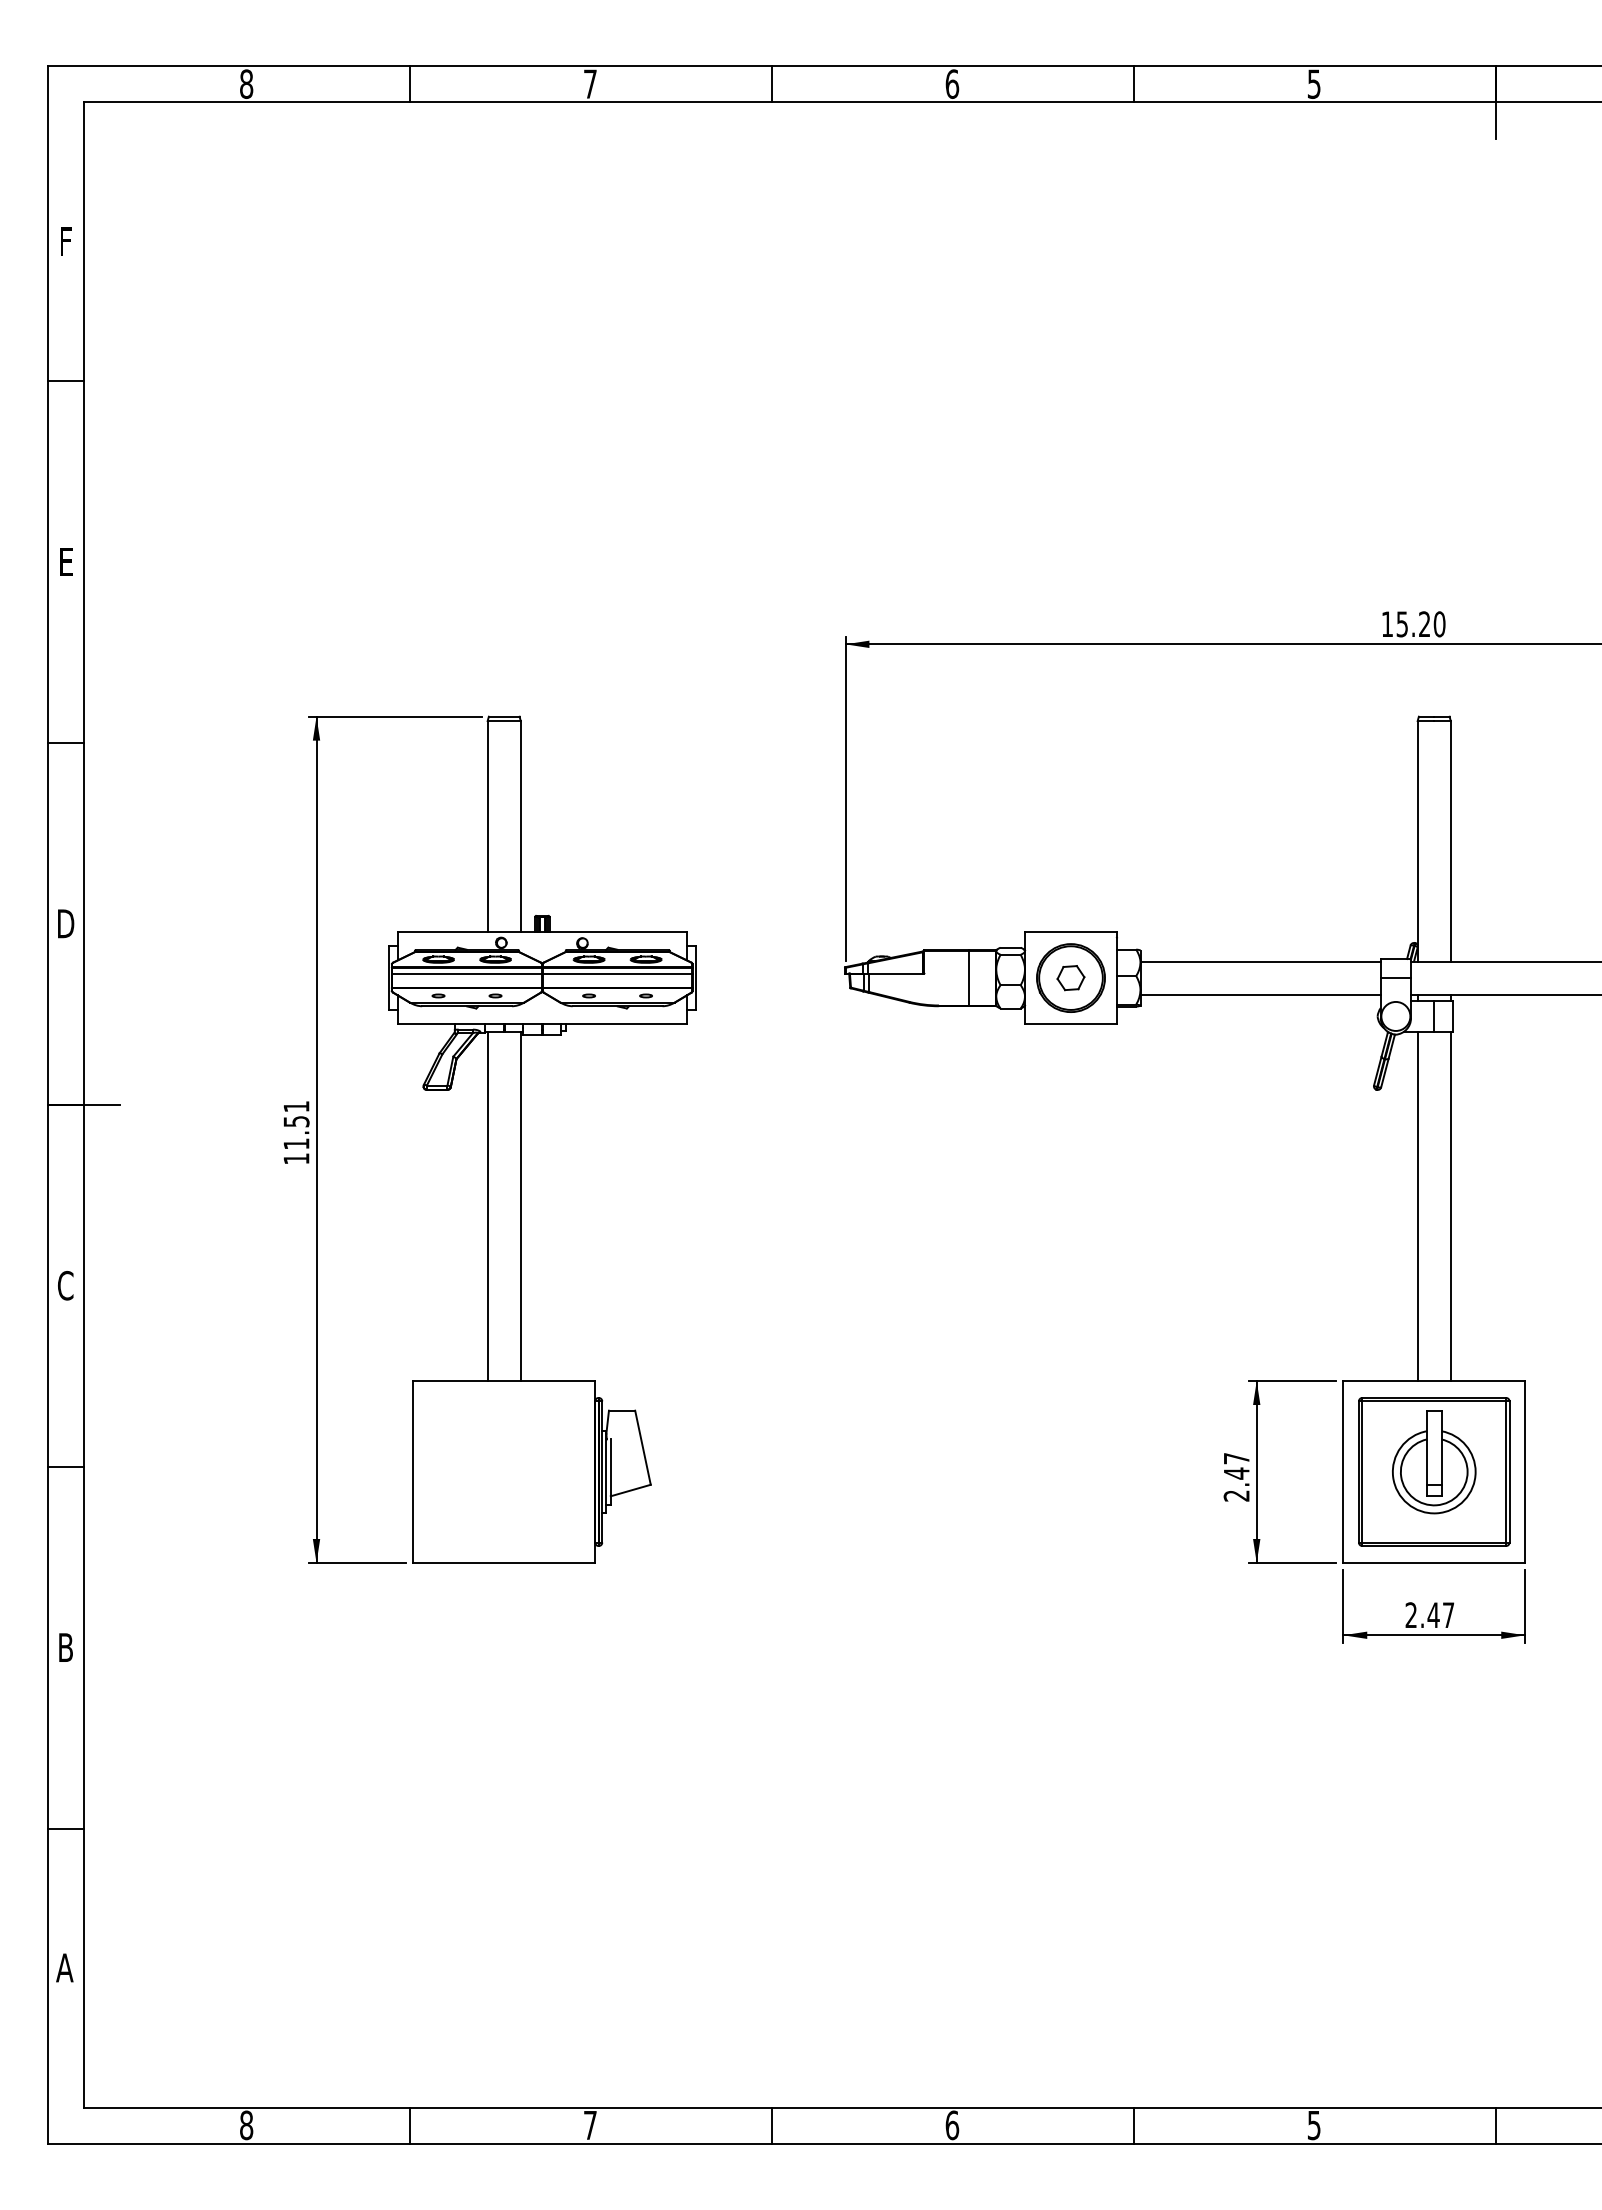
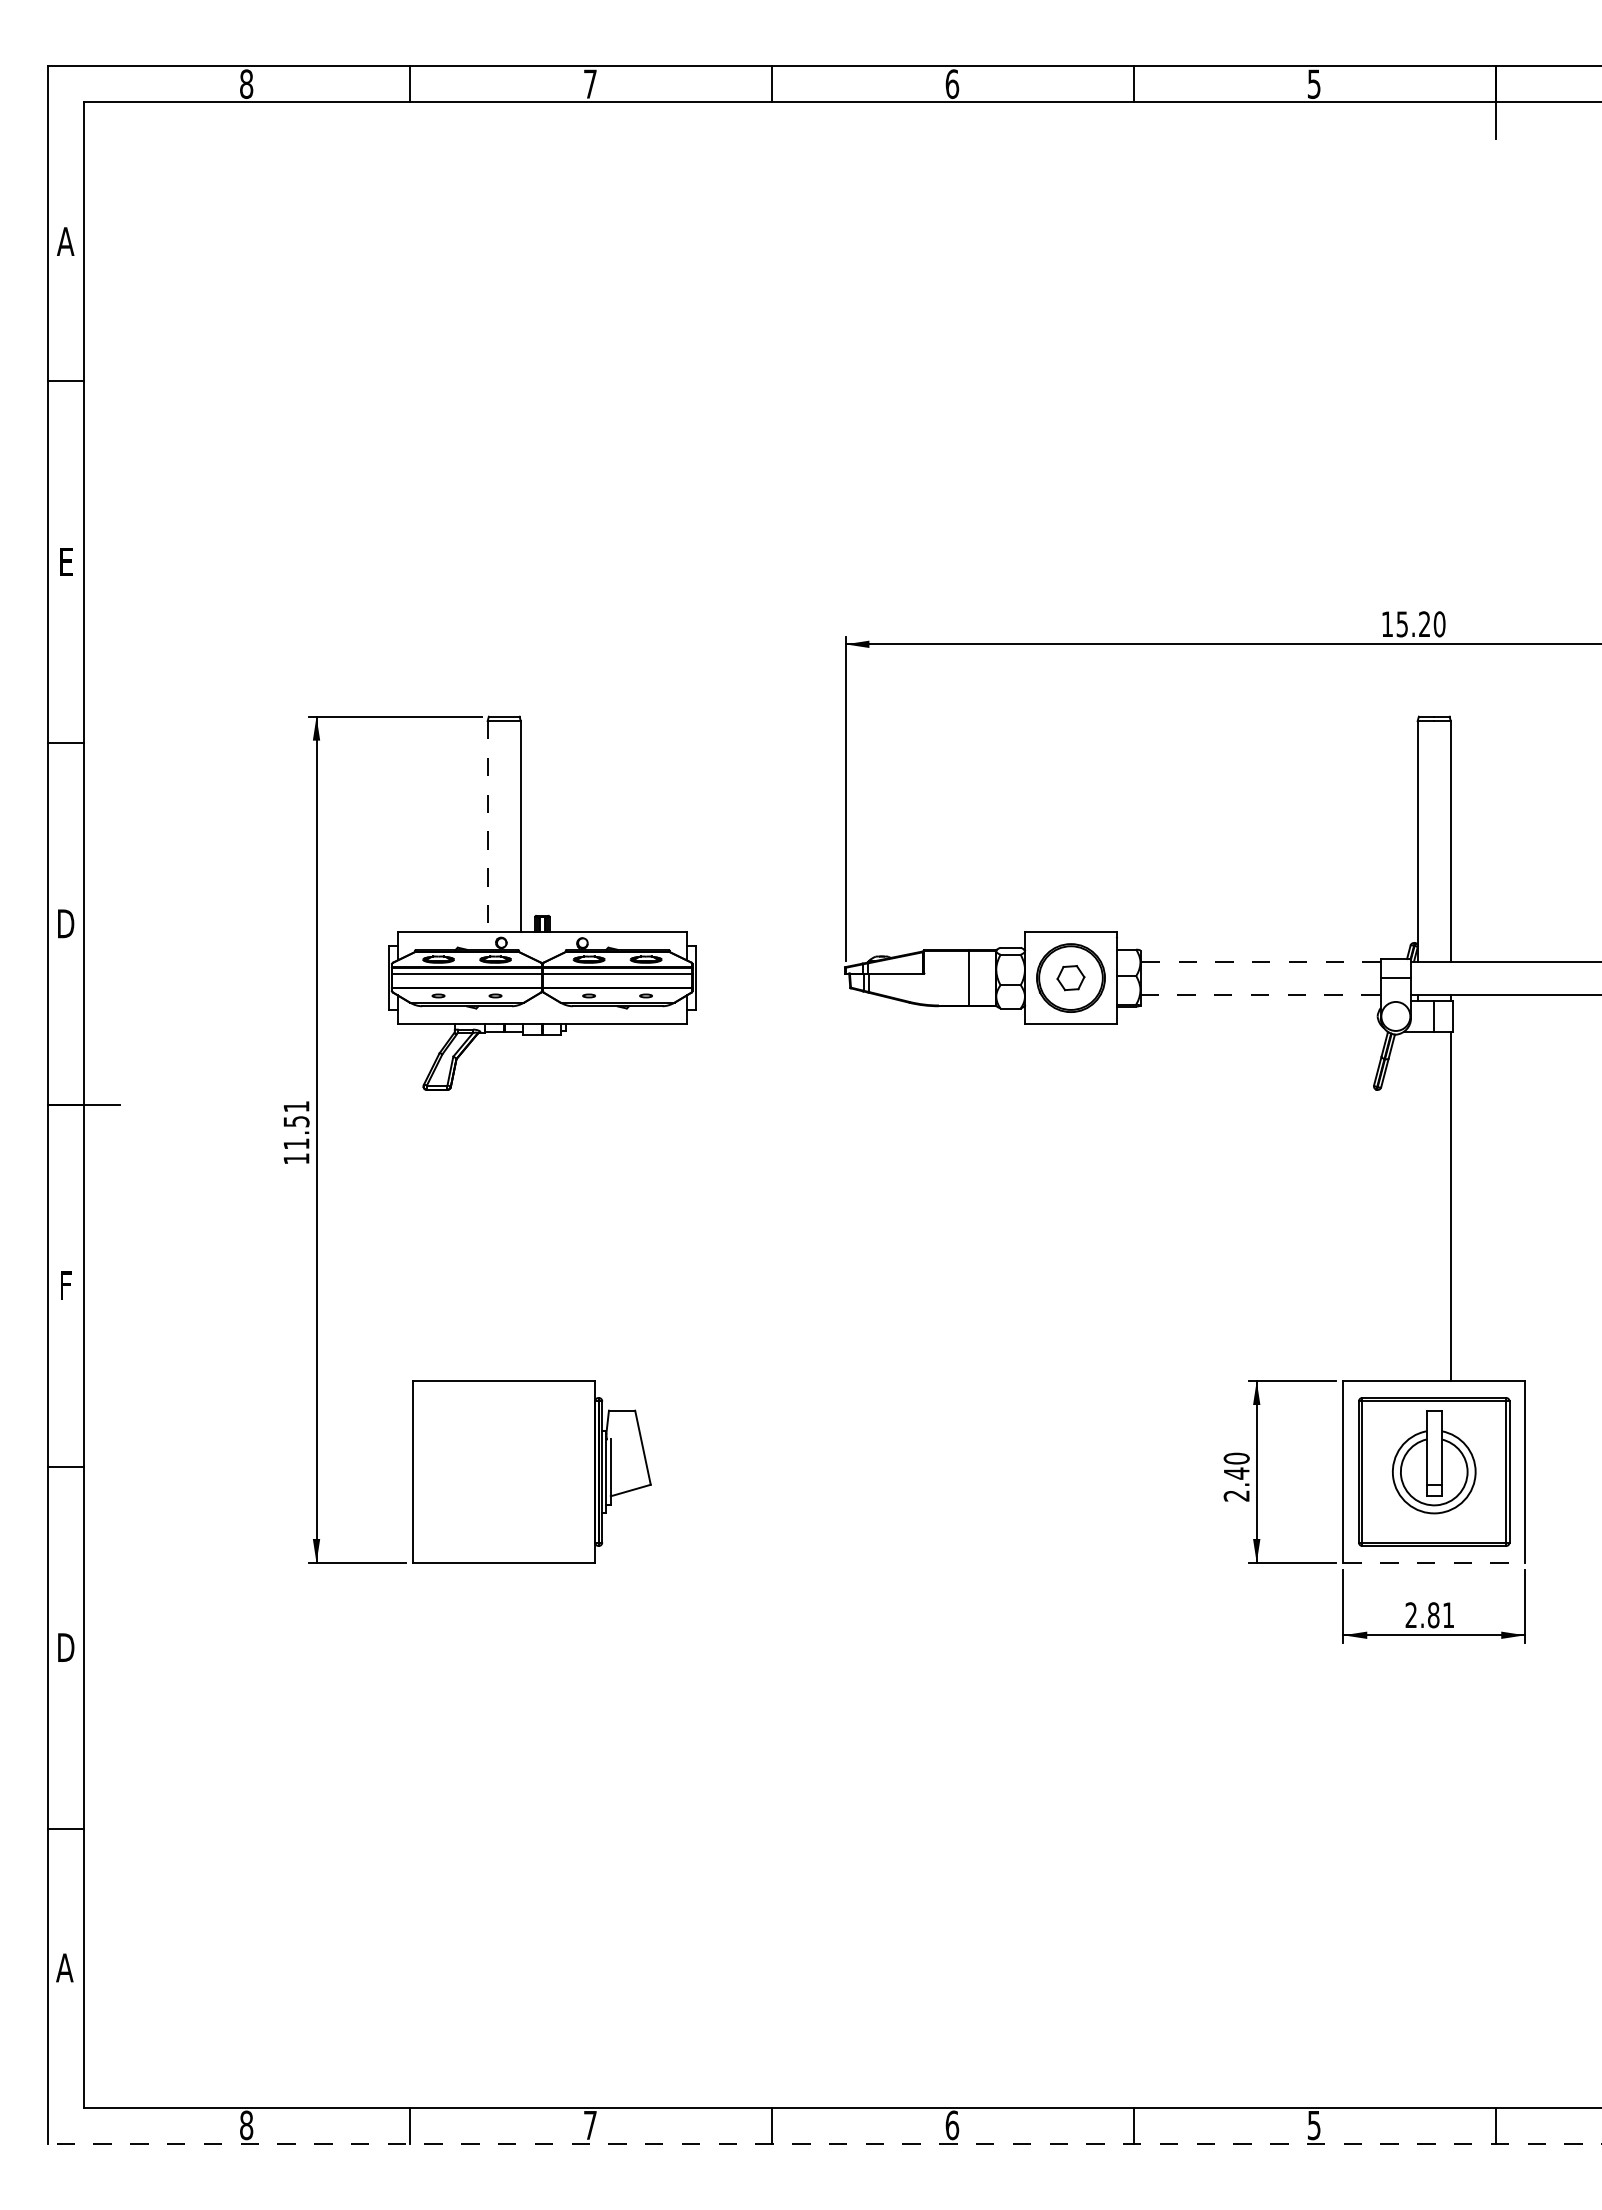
text at (65, 241): F -> A
line at (487, 826): solid -> dashed
line at (1260, 961): solid -> dashed
line at (1261, 994): solid -> dashed
line at (487, 1206): present -> none
line at (520, 1206): present -> none
line at (1417, 1206): present -> none
text at (65, 1285): C -> F
text at (1236, 1458): 2.47 -> 2.40
line at (1434, 1562): solid -> dashed
text at (1440, 1615): 2.47 -> 2.81
text at (66, 1647): B -> D
line at (824, 2143): solid -> dashed
